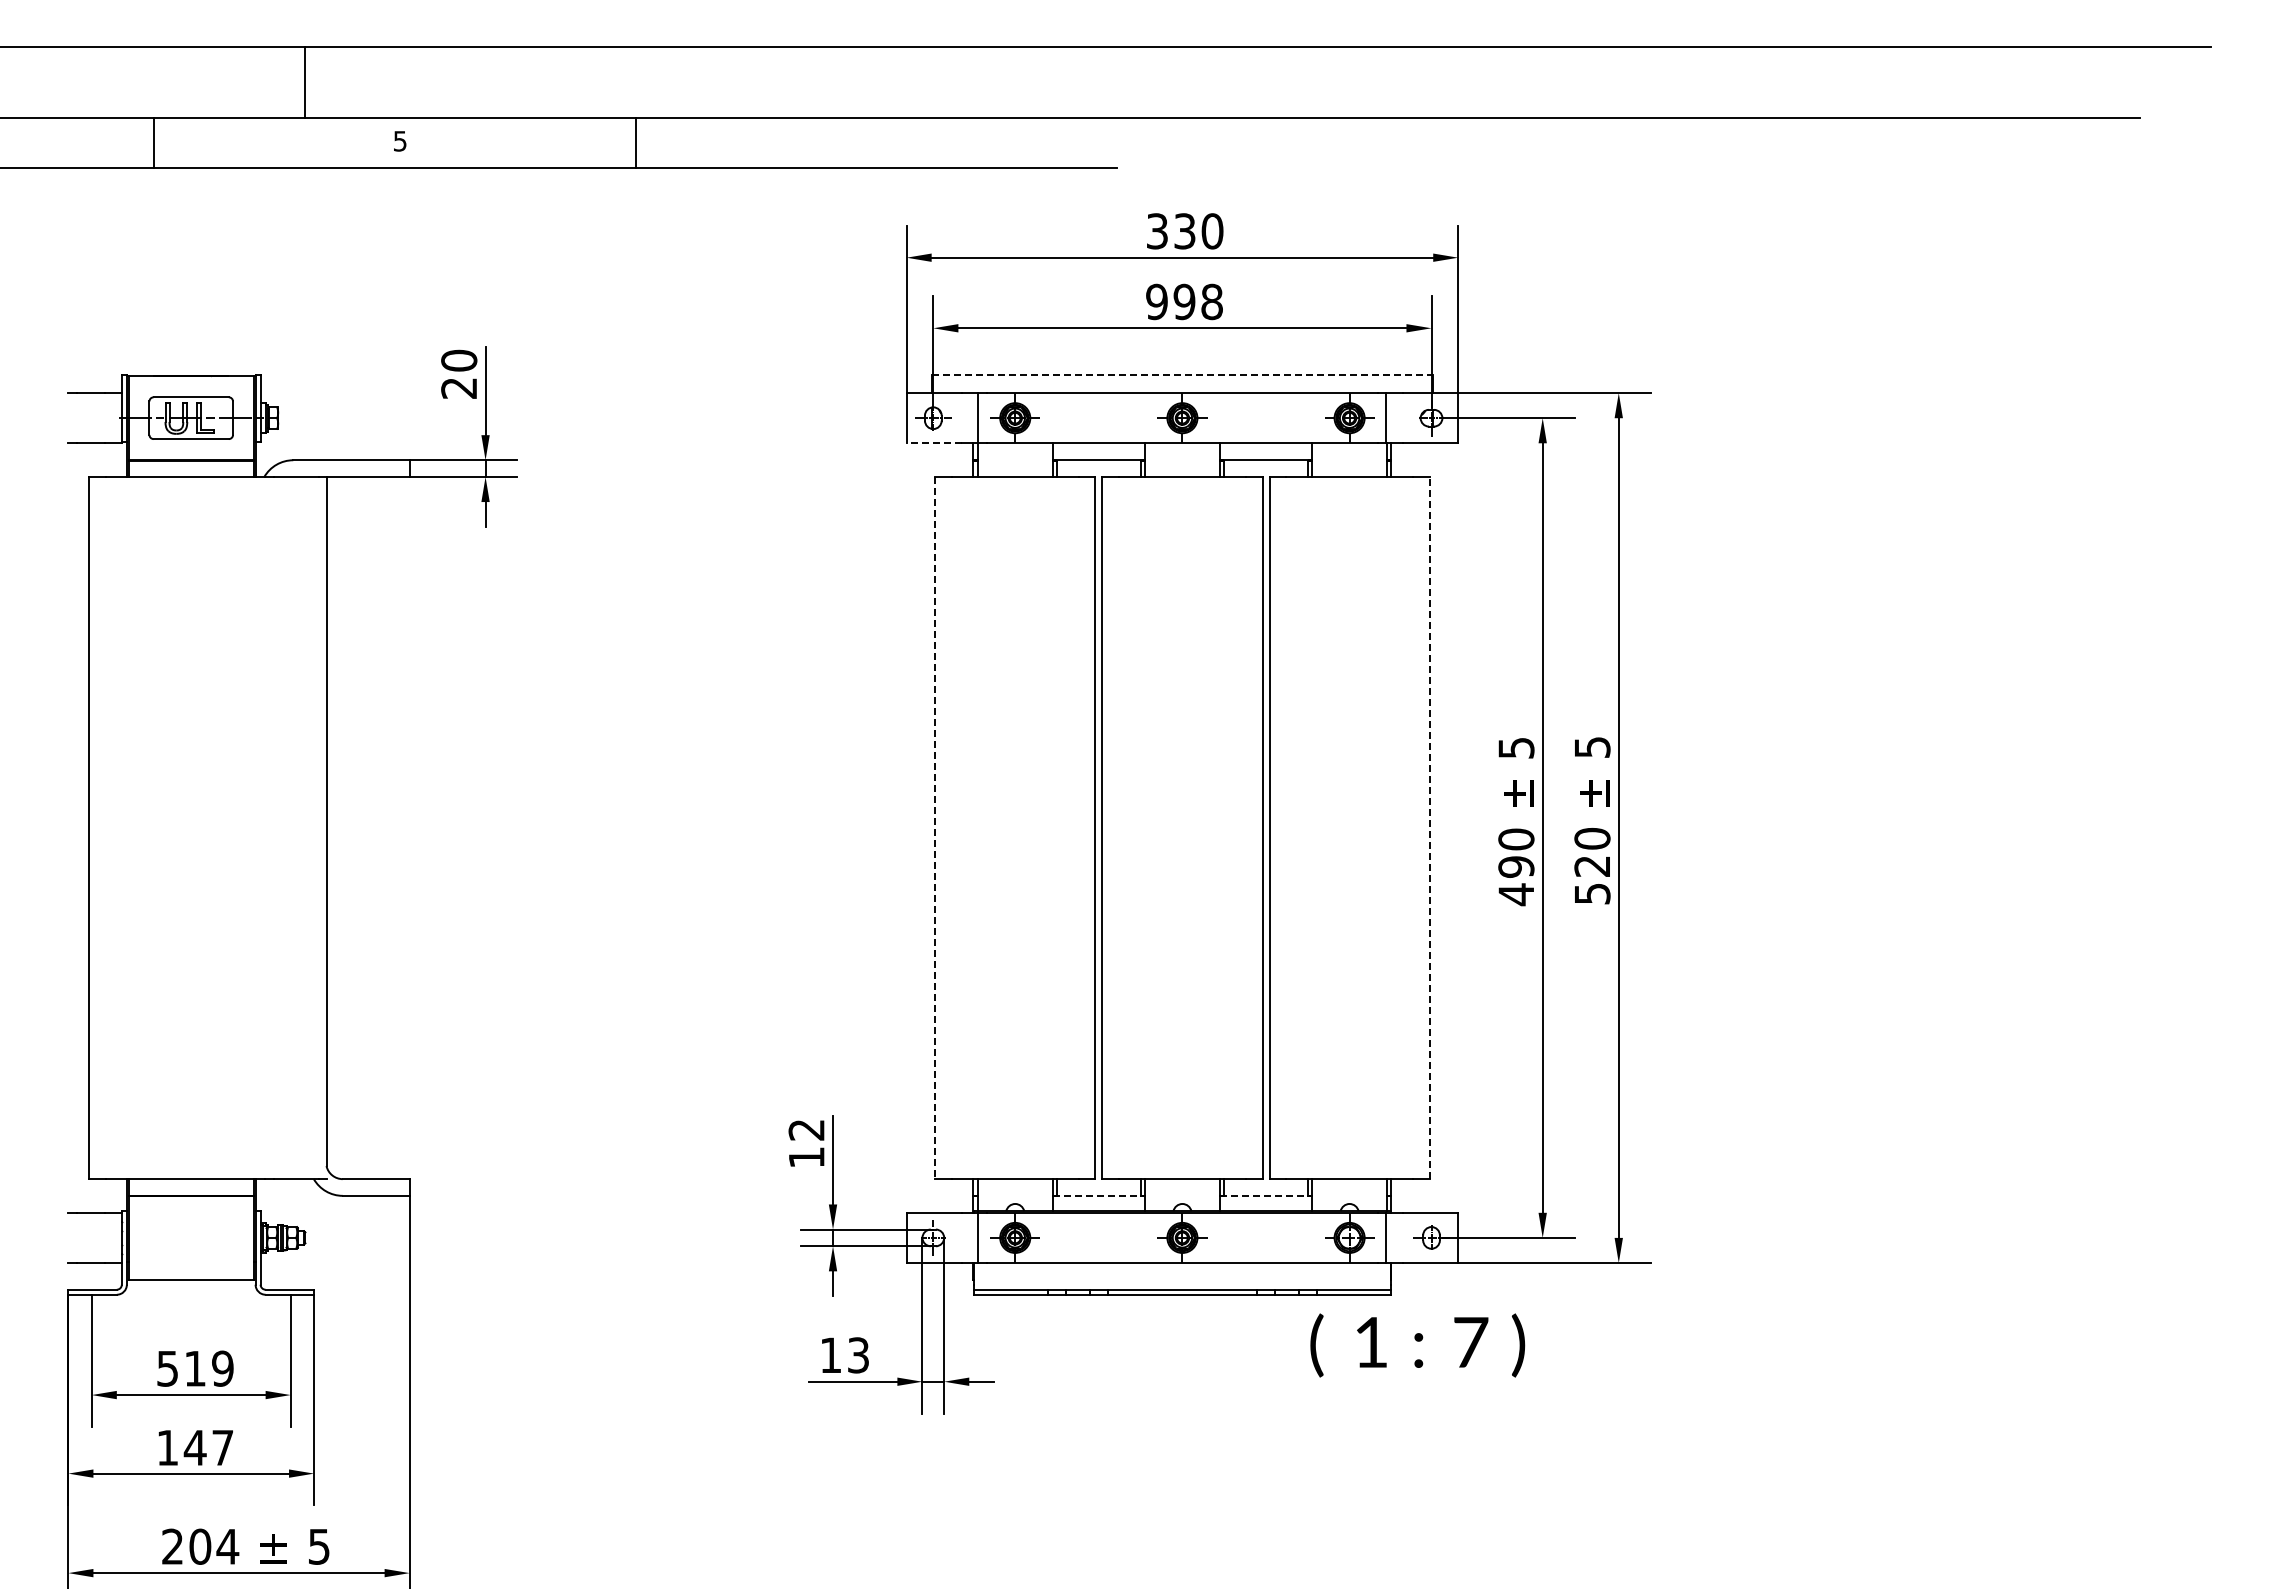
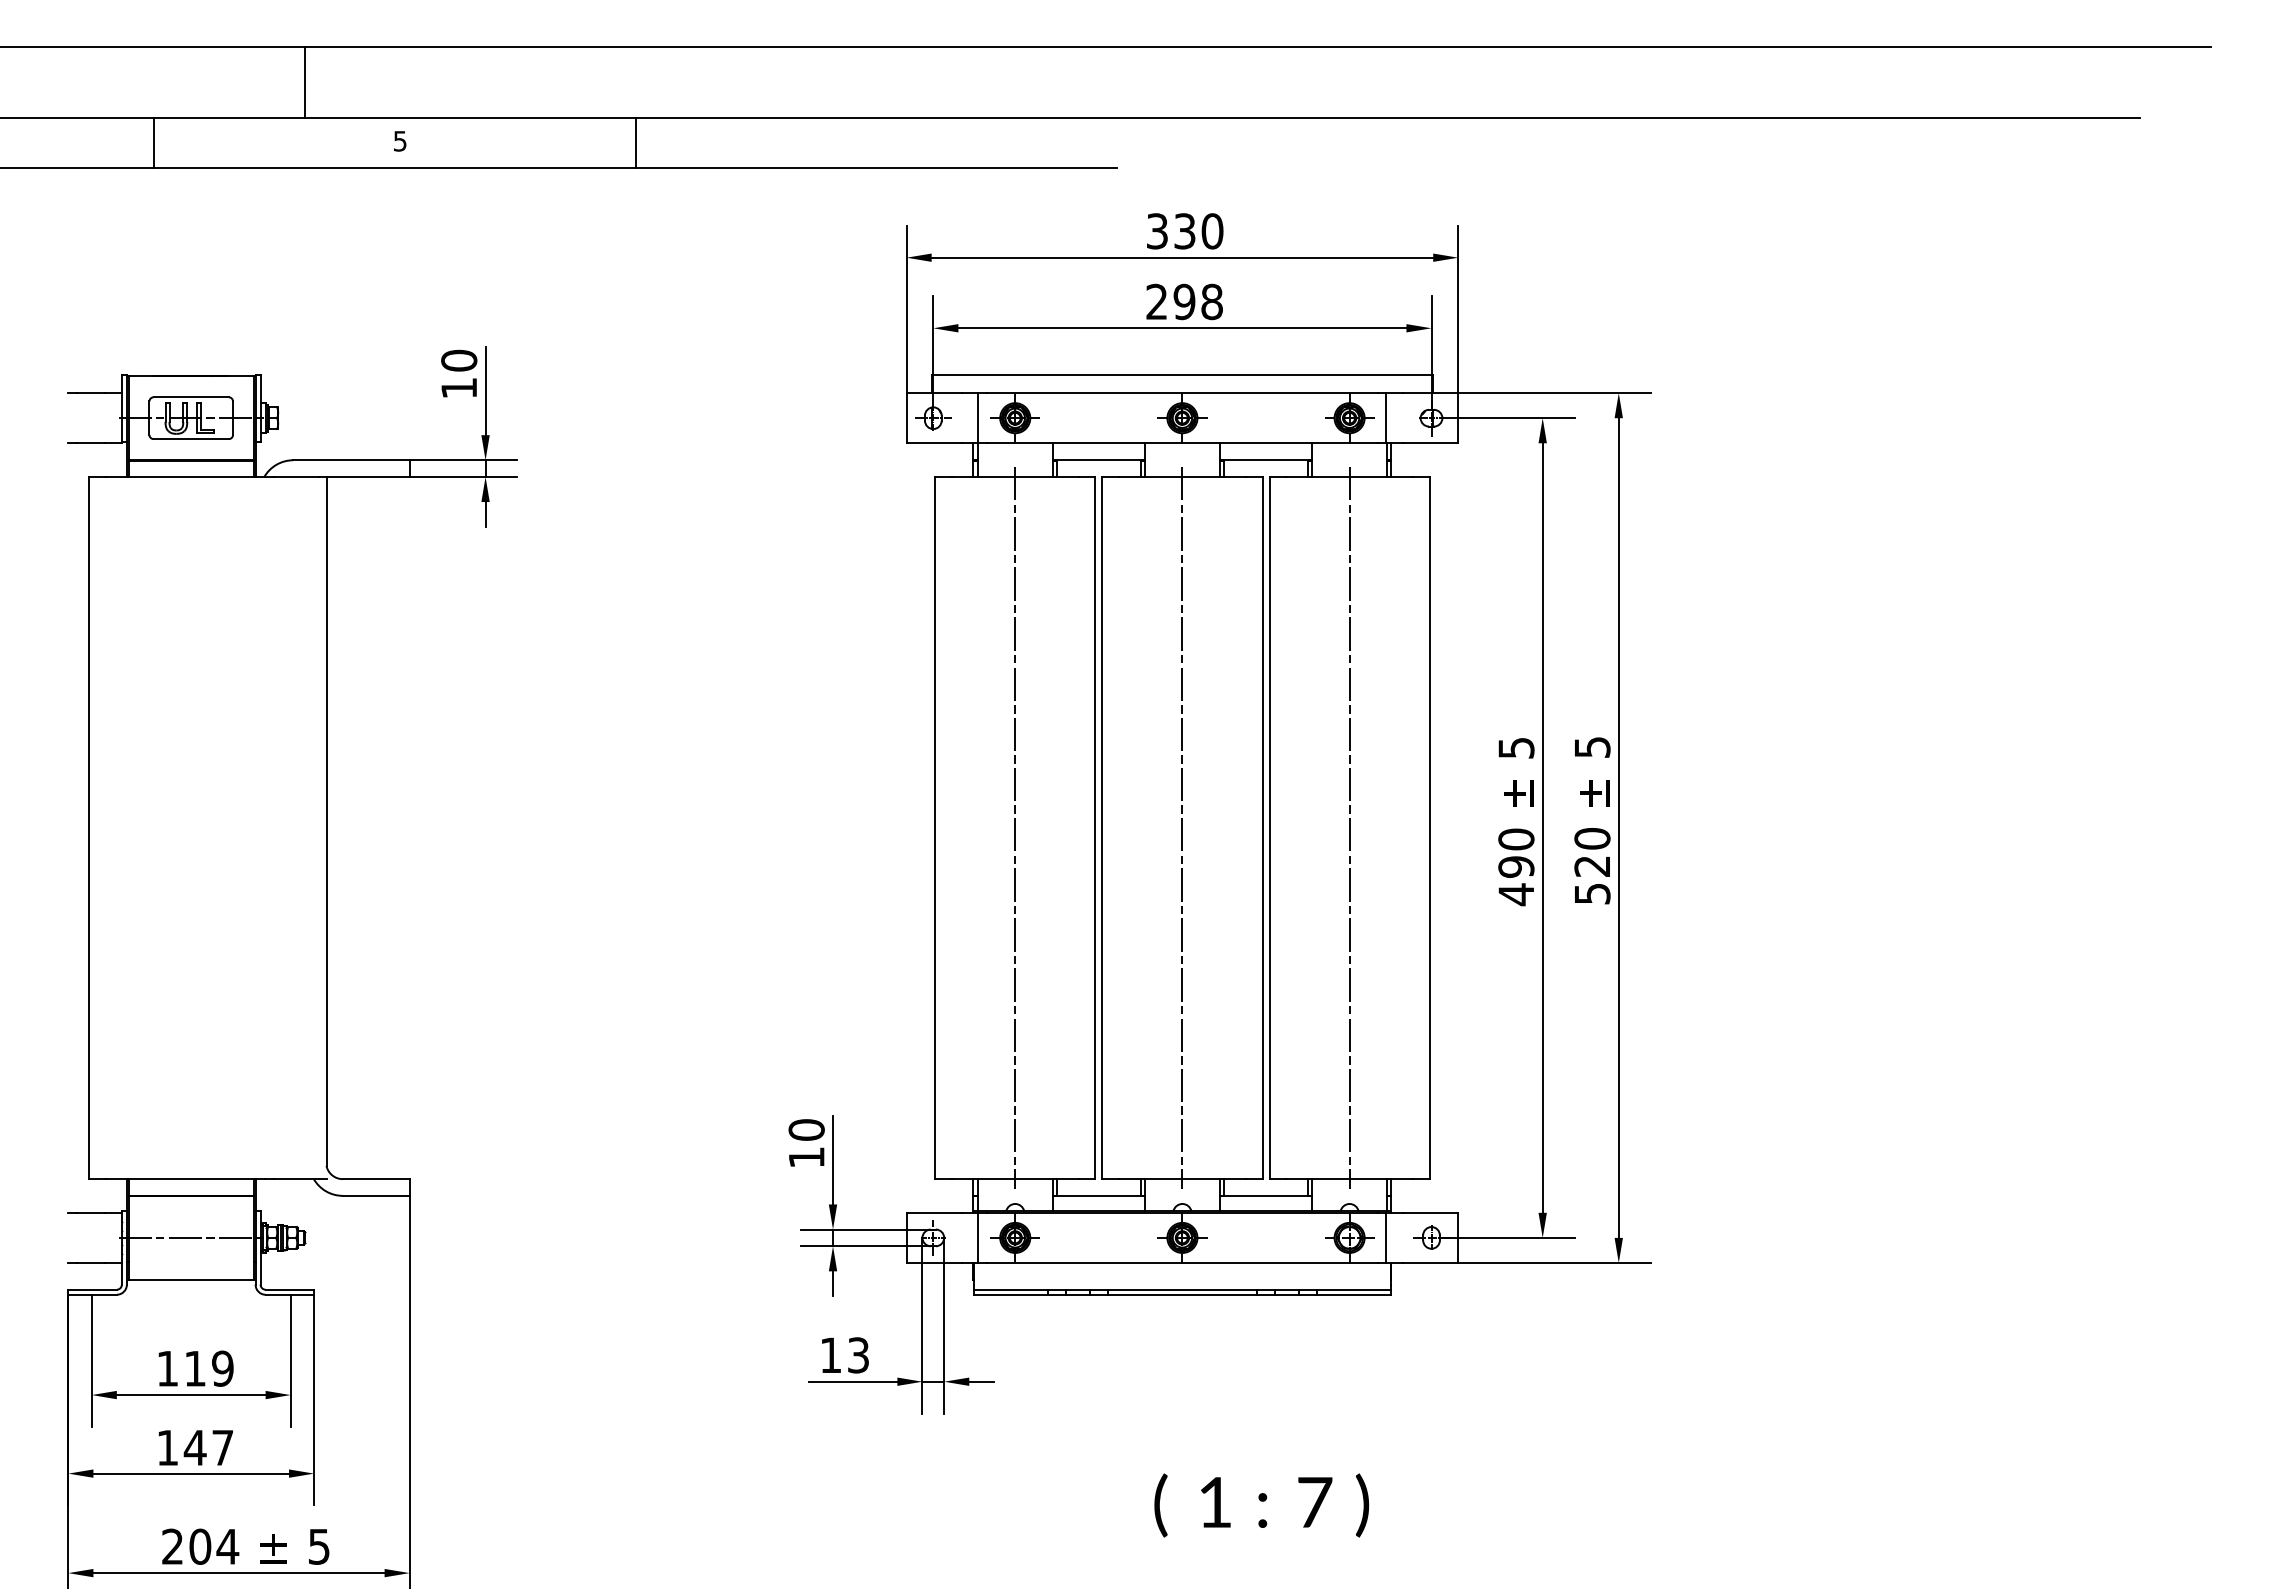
text at (1156, 301): 998 -> 298
line at (1182, 374): dashed -> solid
text at (458, 388): 20 -> 10
line at (934, 443): dashed -> solid
line at (1015, 827): none -> present
line at (1182, 827): none -> present
line at (1349, 827): none -> present
line at (1429, 827): dashed -> solid
line at (935, 828): dashed -> solid
text at (806, 1129): 12 -> 10
line at (1098, 1196): dashed -> solid
line at (1266, 1196): dashed -> solid
line at (190, 1237): none -> present
text at (1417, 1345) position: (1417, 1345) -> (1261, 1505)
text at (167, 1368): 519 -> 119
